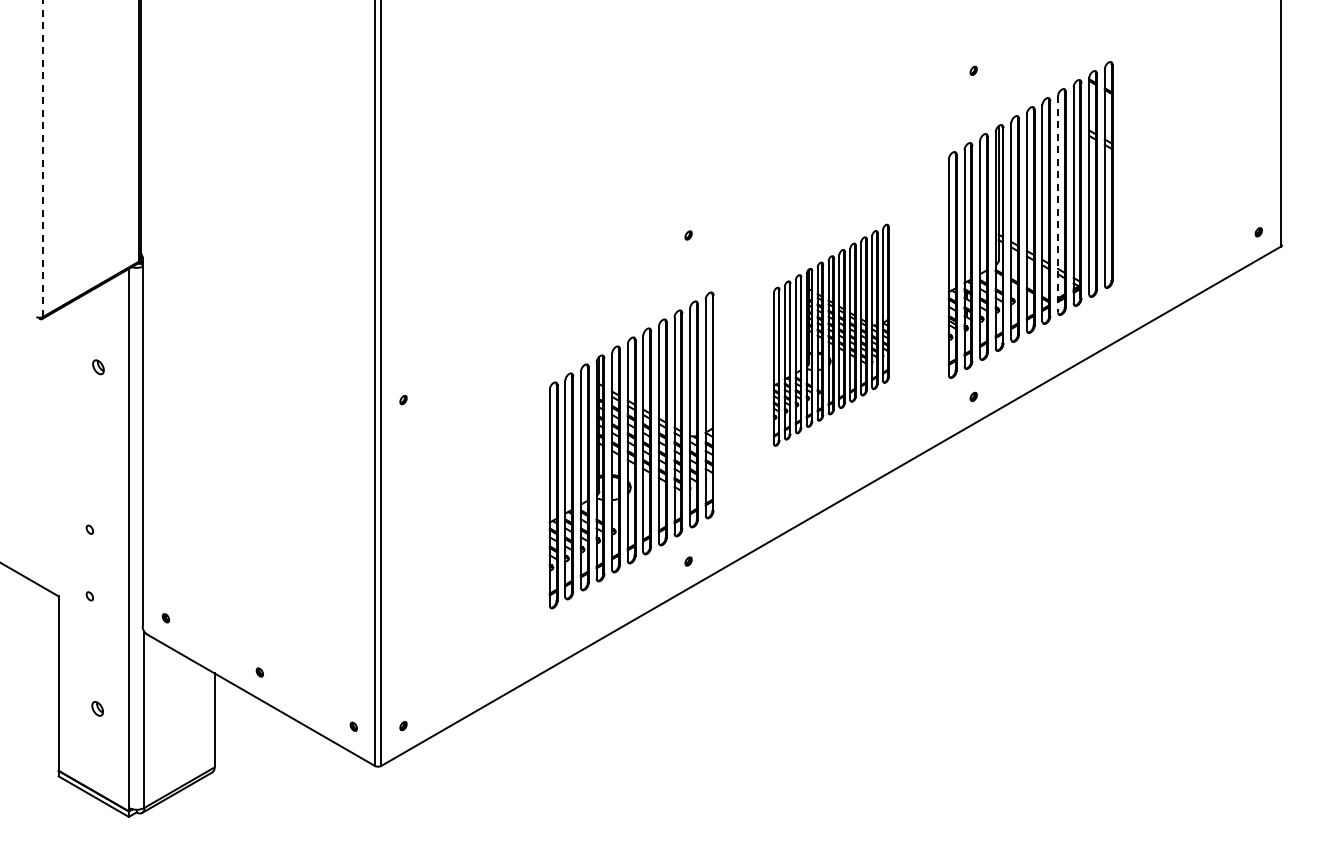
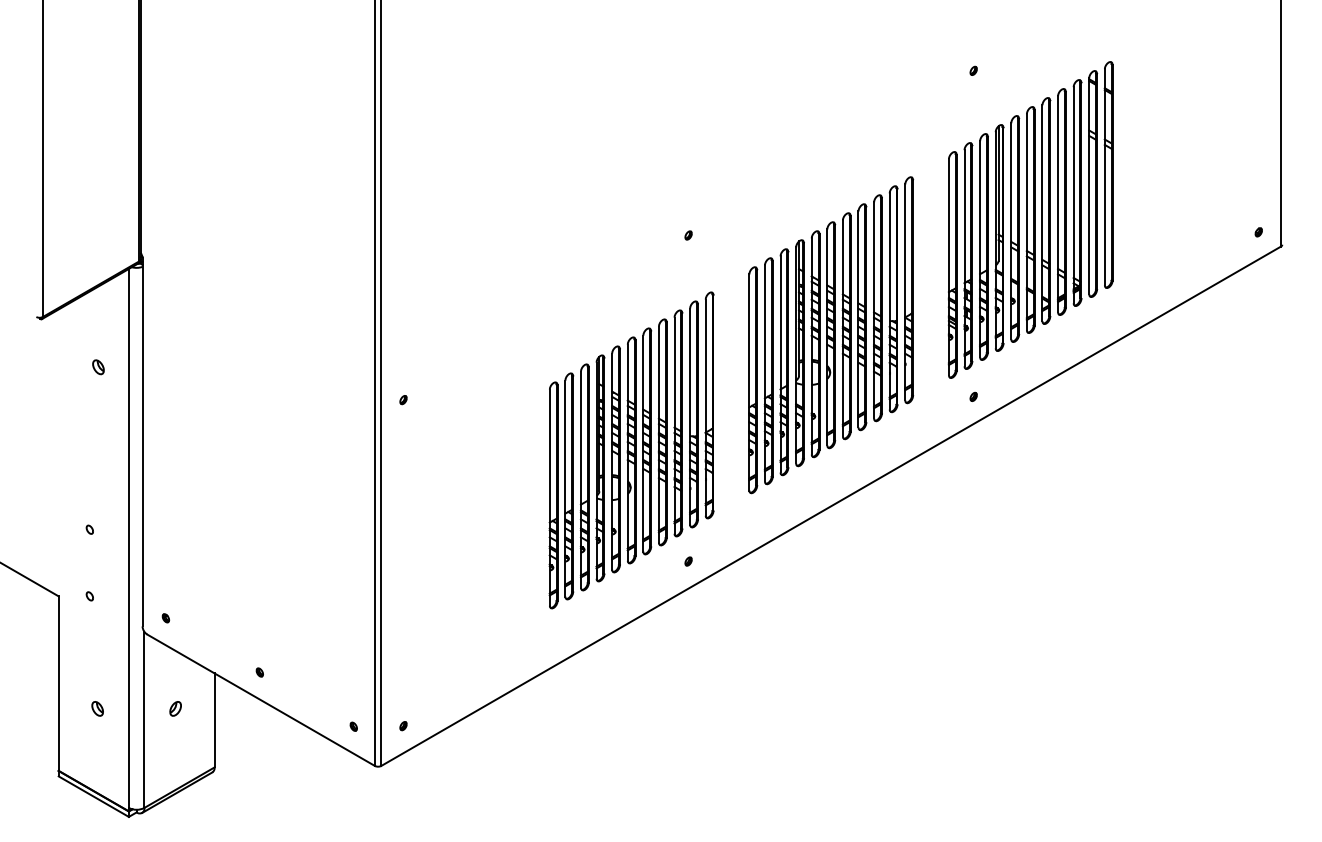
line at (42, 158): dashed -> solid
line at (1058, 204): dashed -> solid
part at (831, 334) size: 117x224 px -> 167x319 px
part at (175, 708): none -> present
